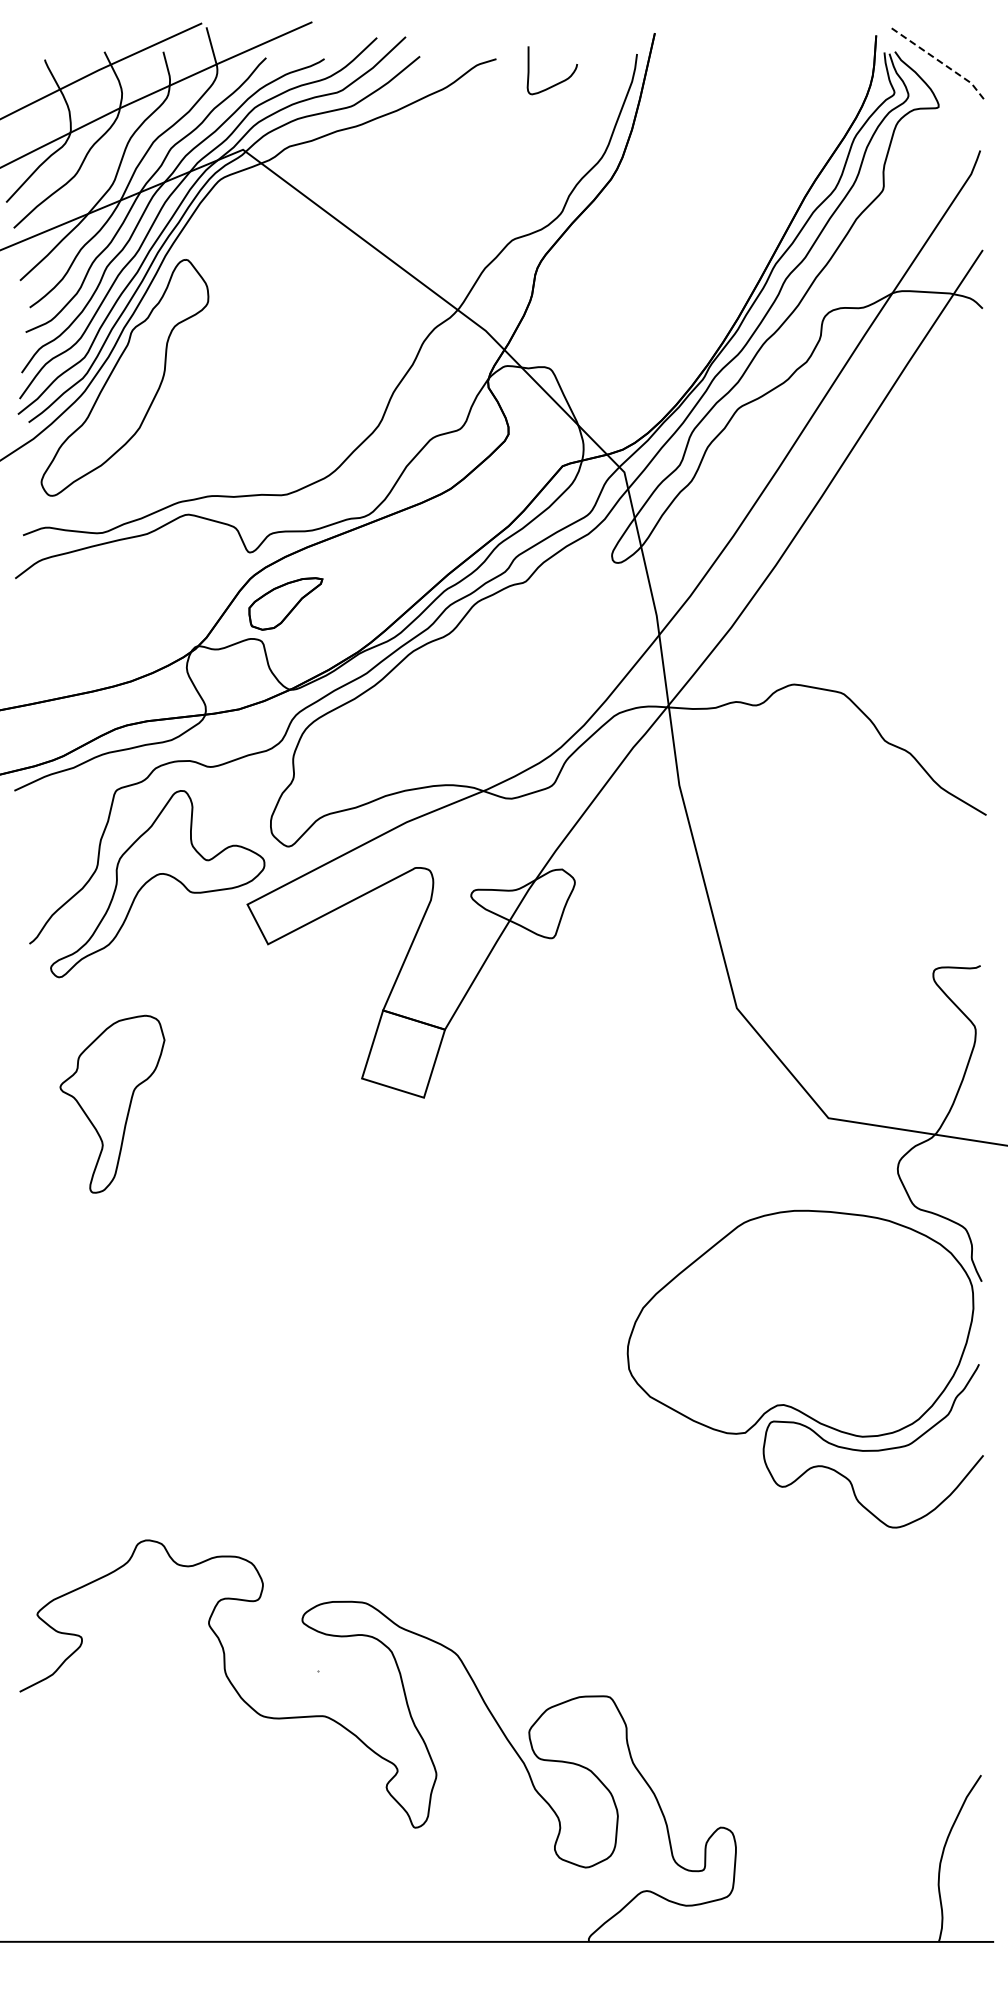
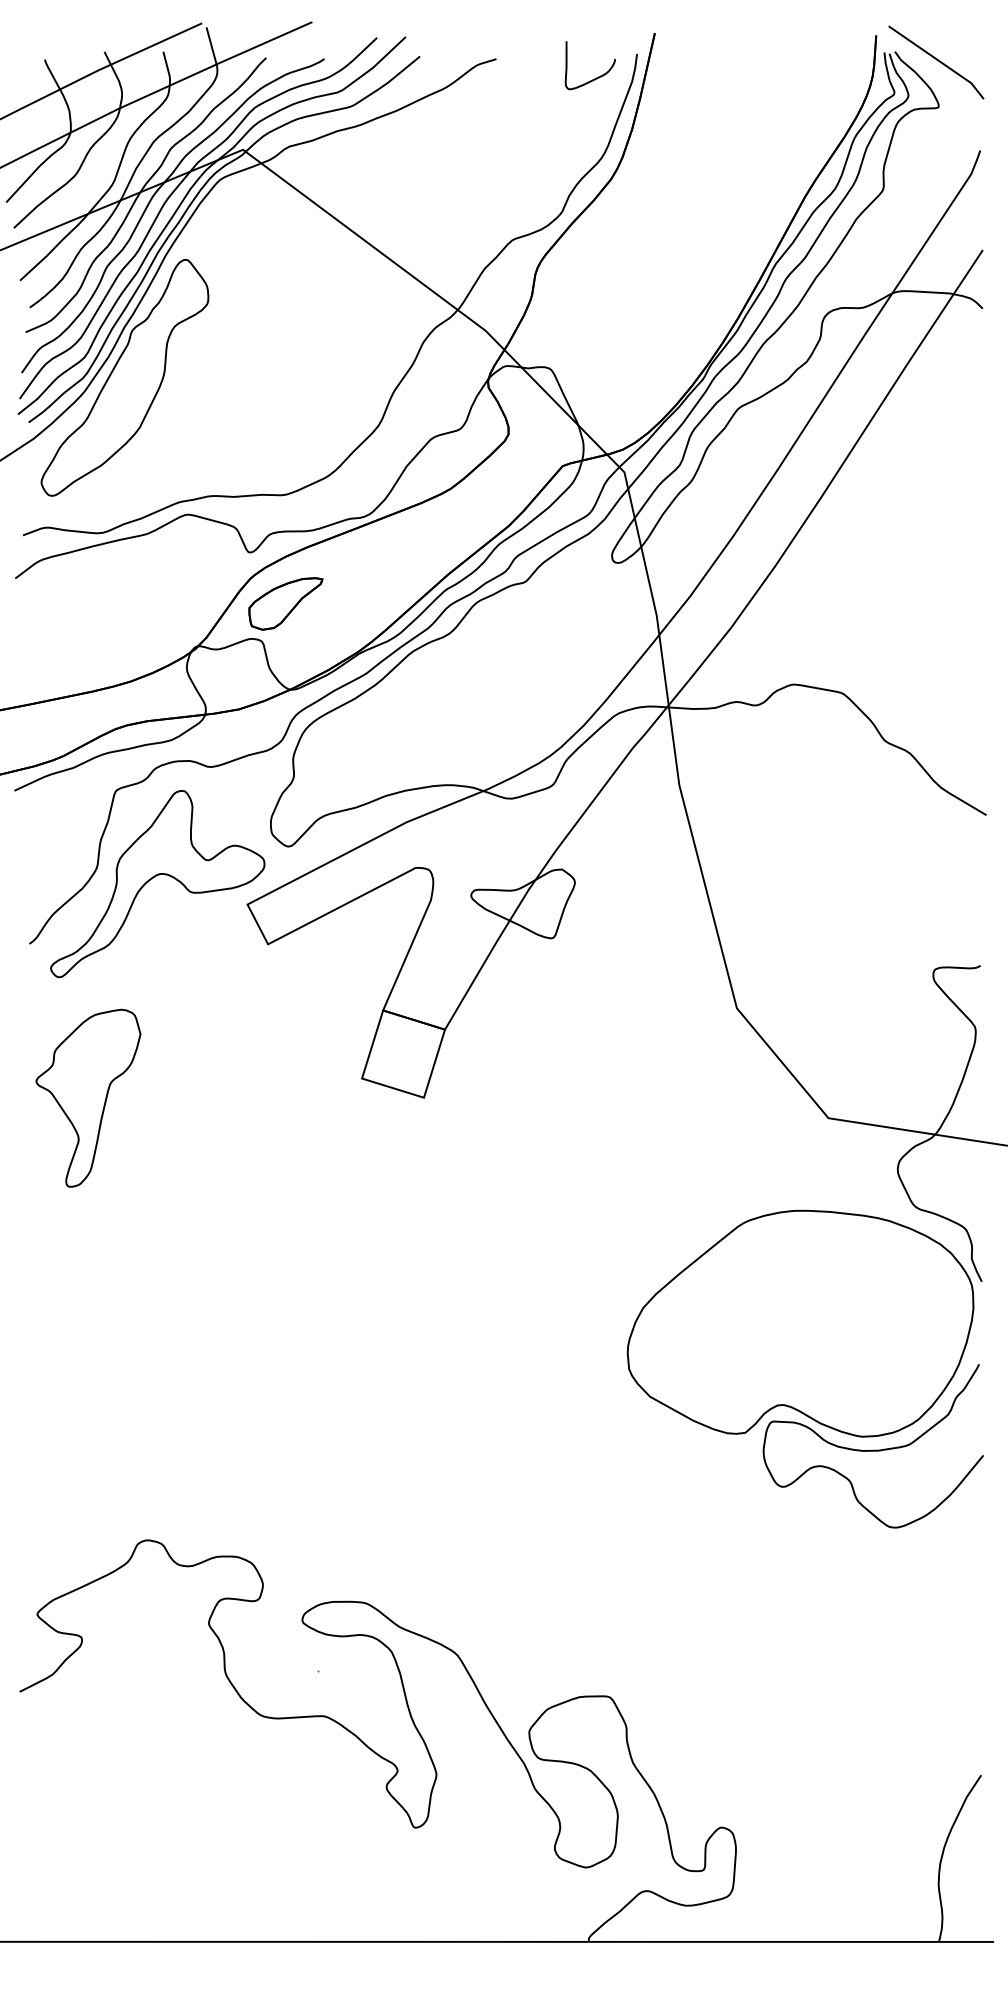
line at (938, 60): dashed -> solid
curve at (558, 82) position: (558, 82) -> (596, 77)
part at (112, 1103) position: (112, 1103) -> (88, 1097)
